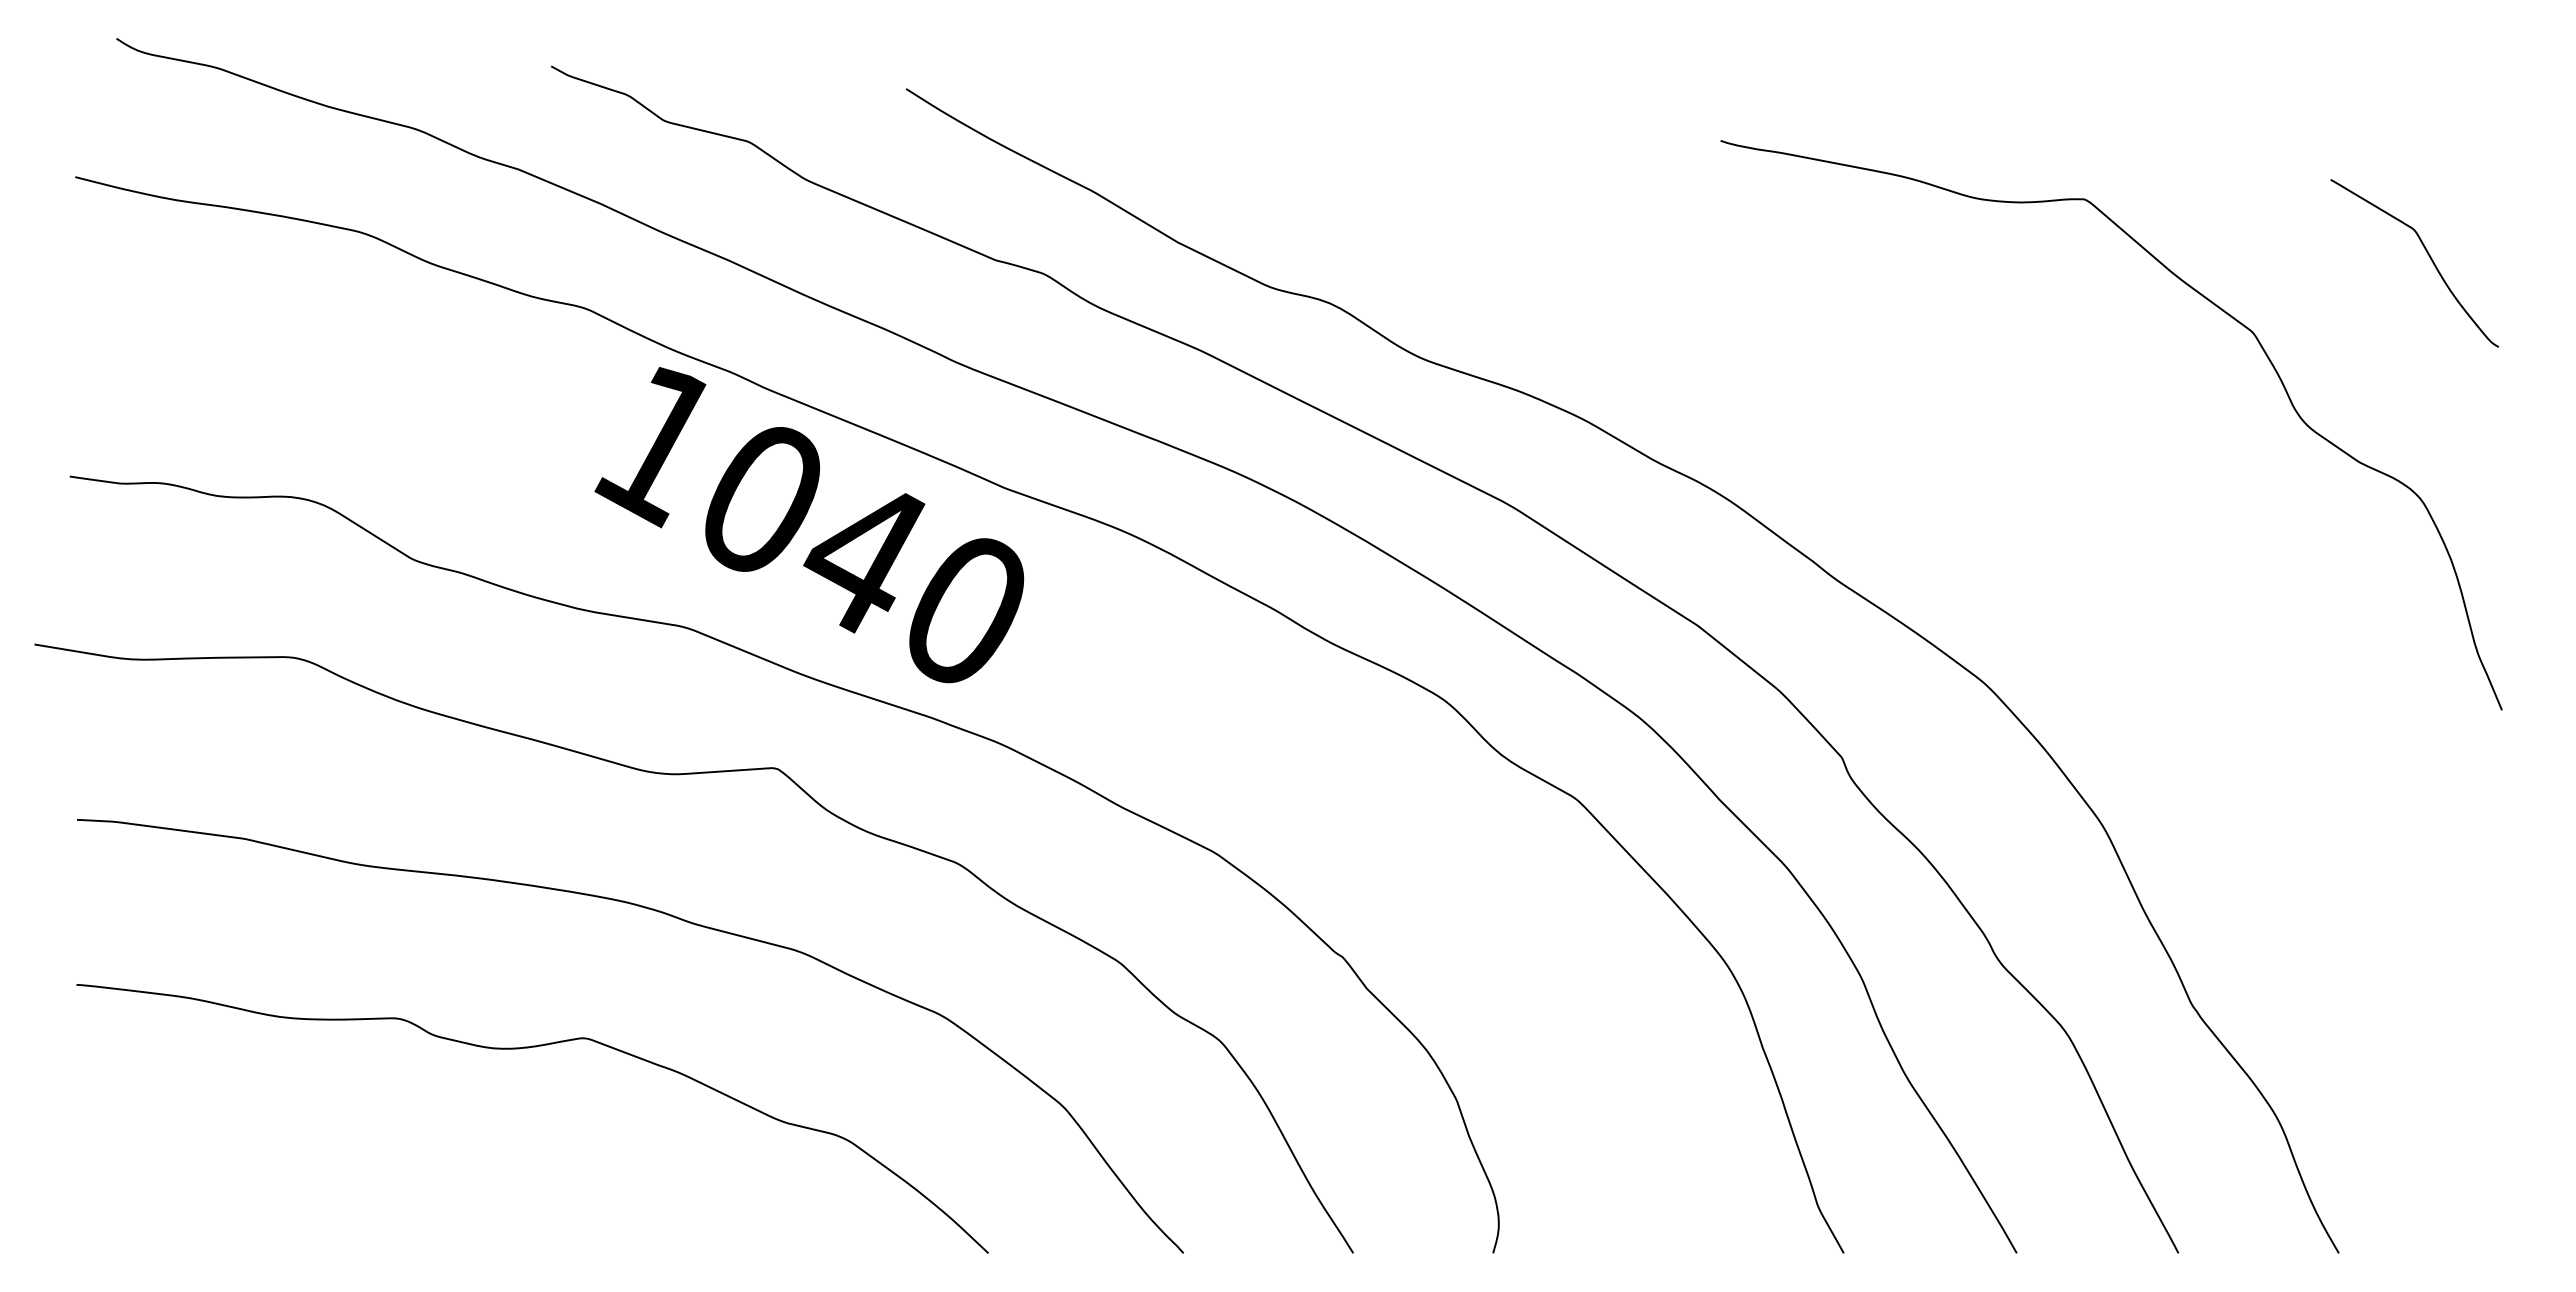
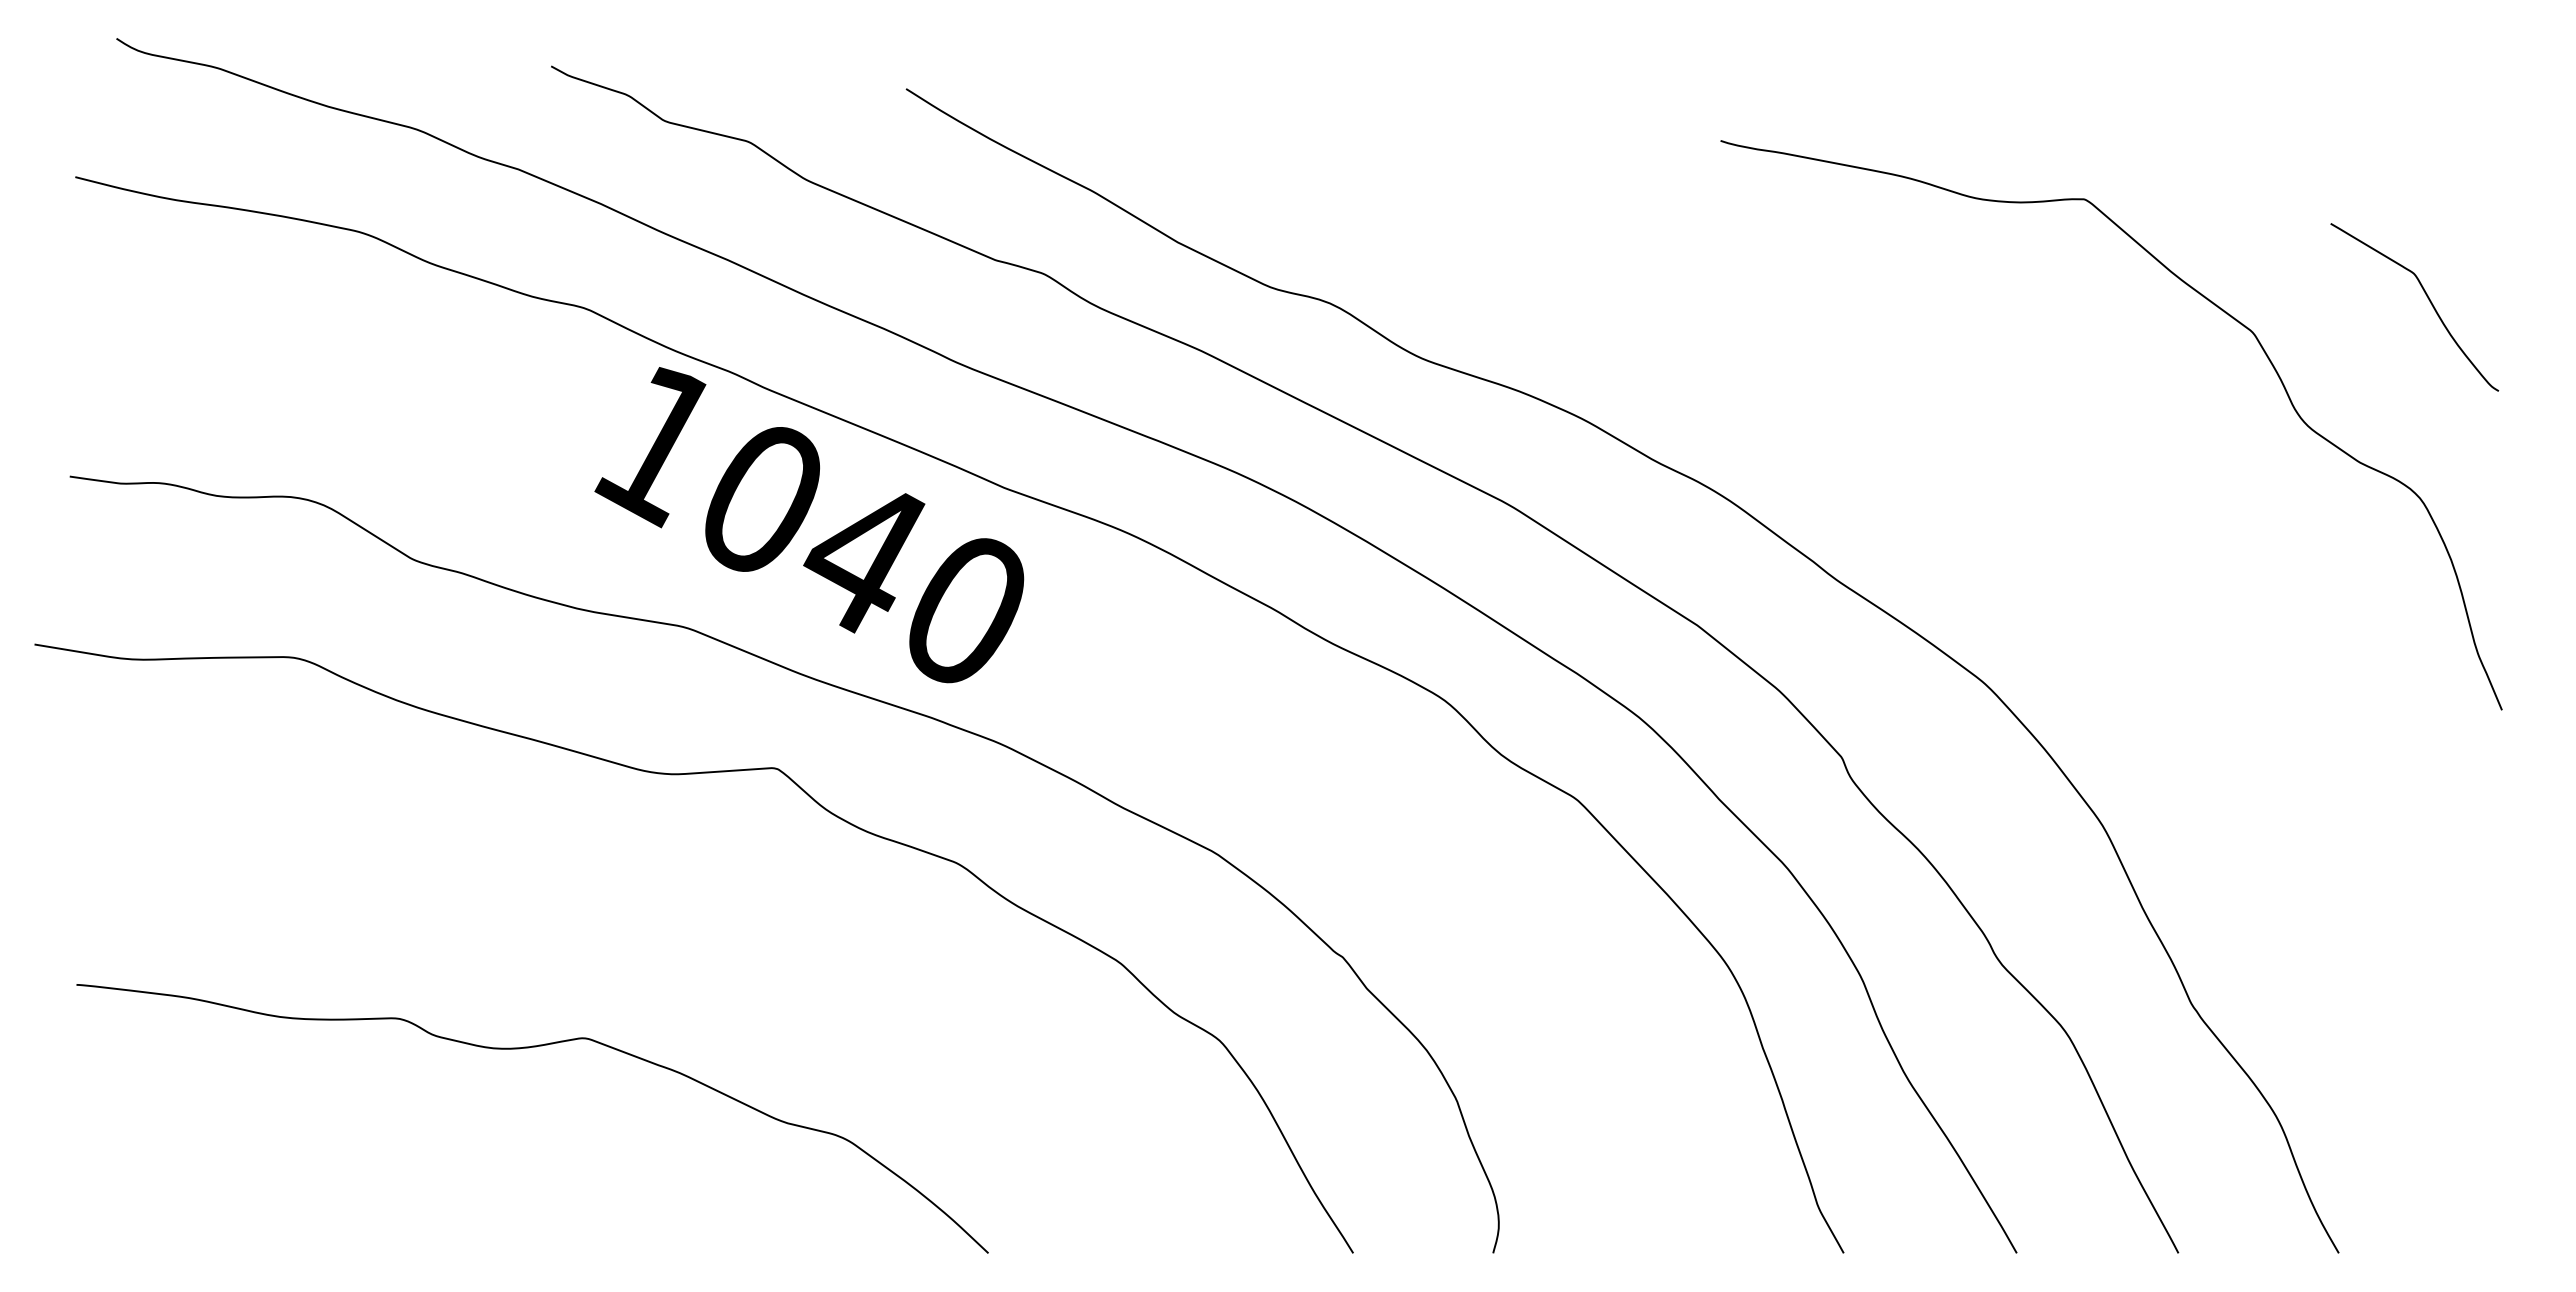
curve at (2428, 256) position: (2428, 256) -> (2428, 300)
curve at (675, 918): present -> none
